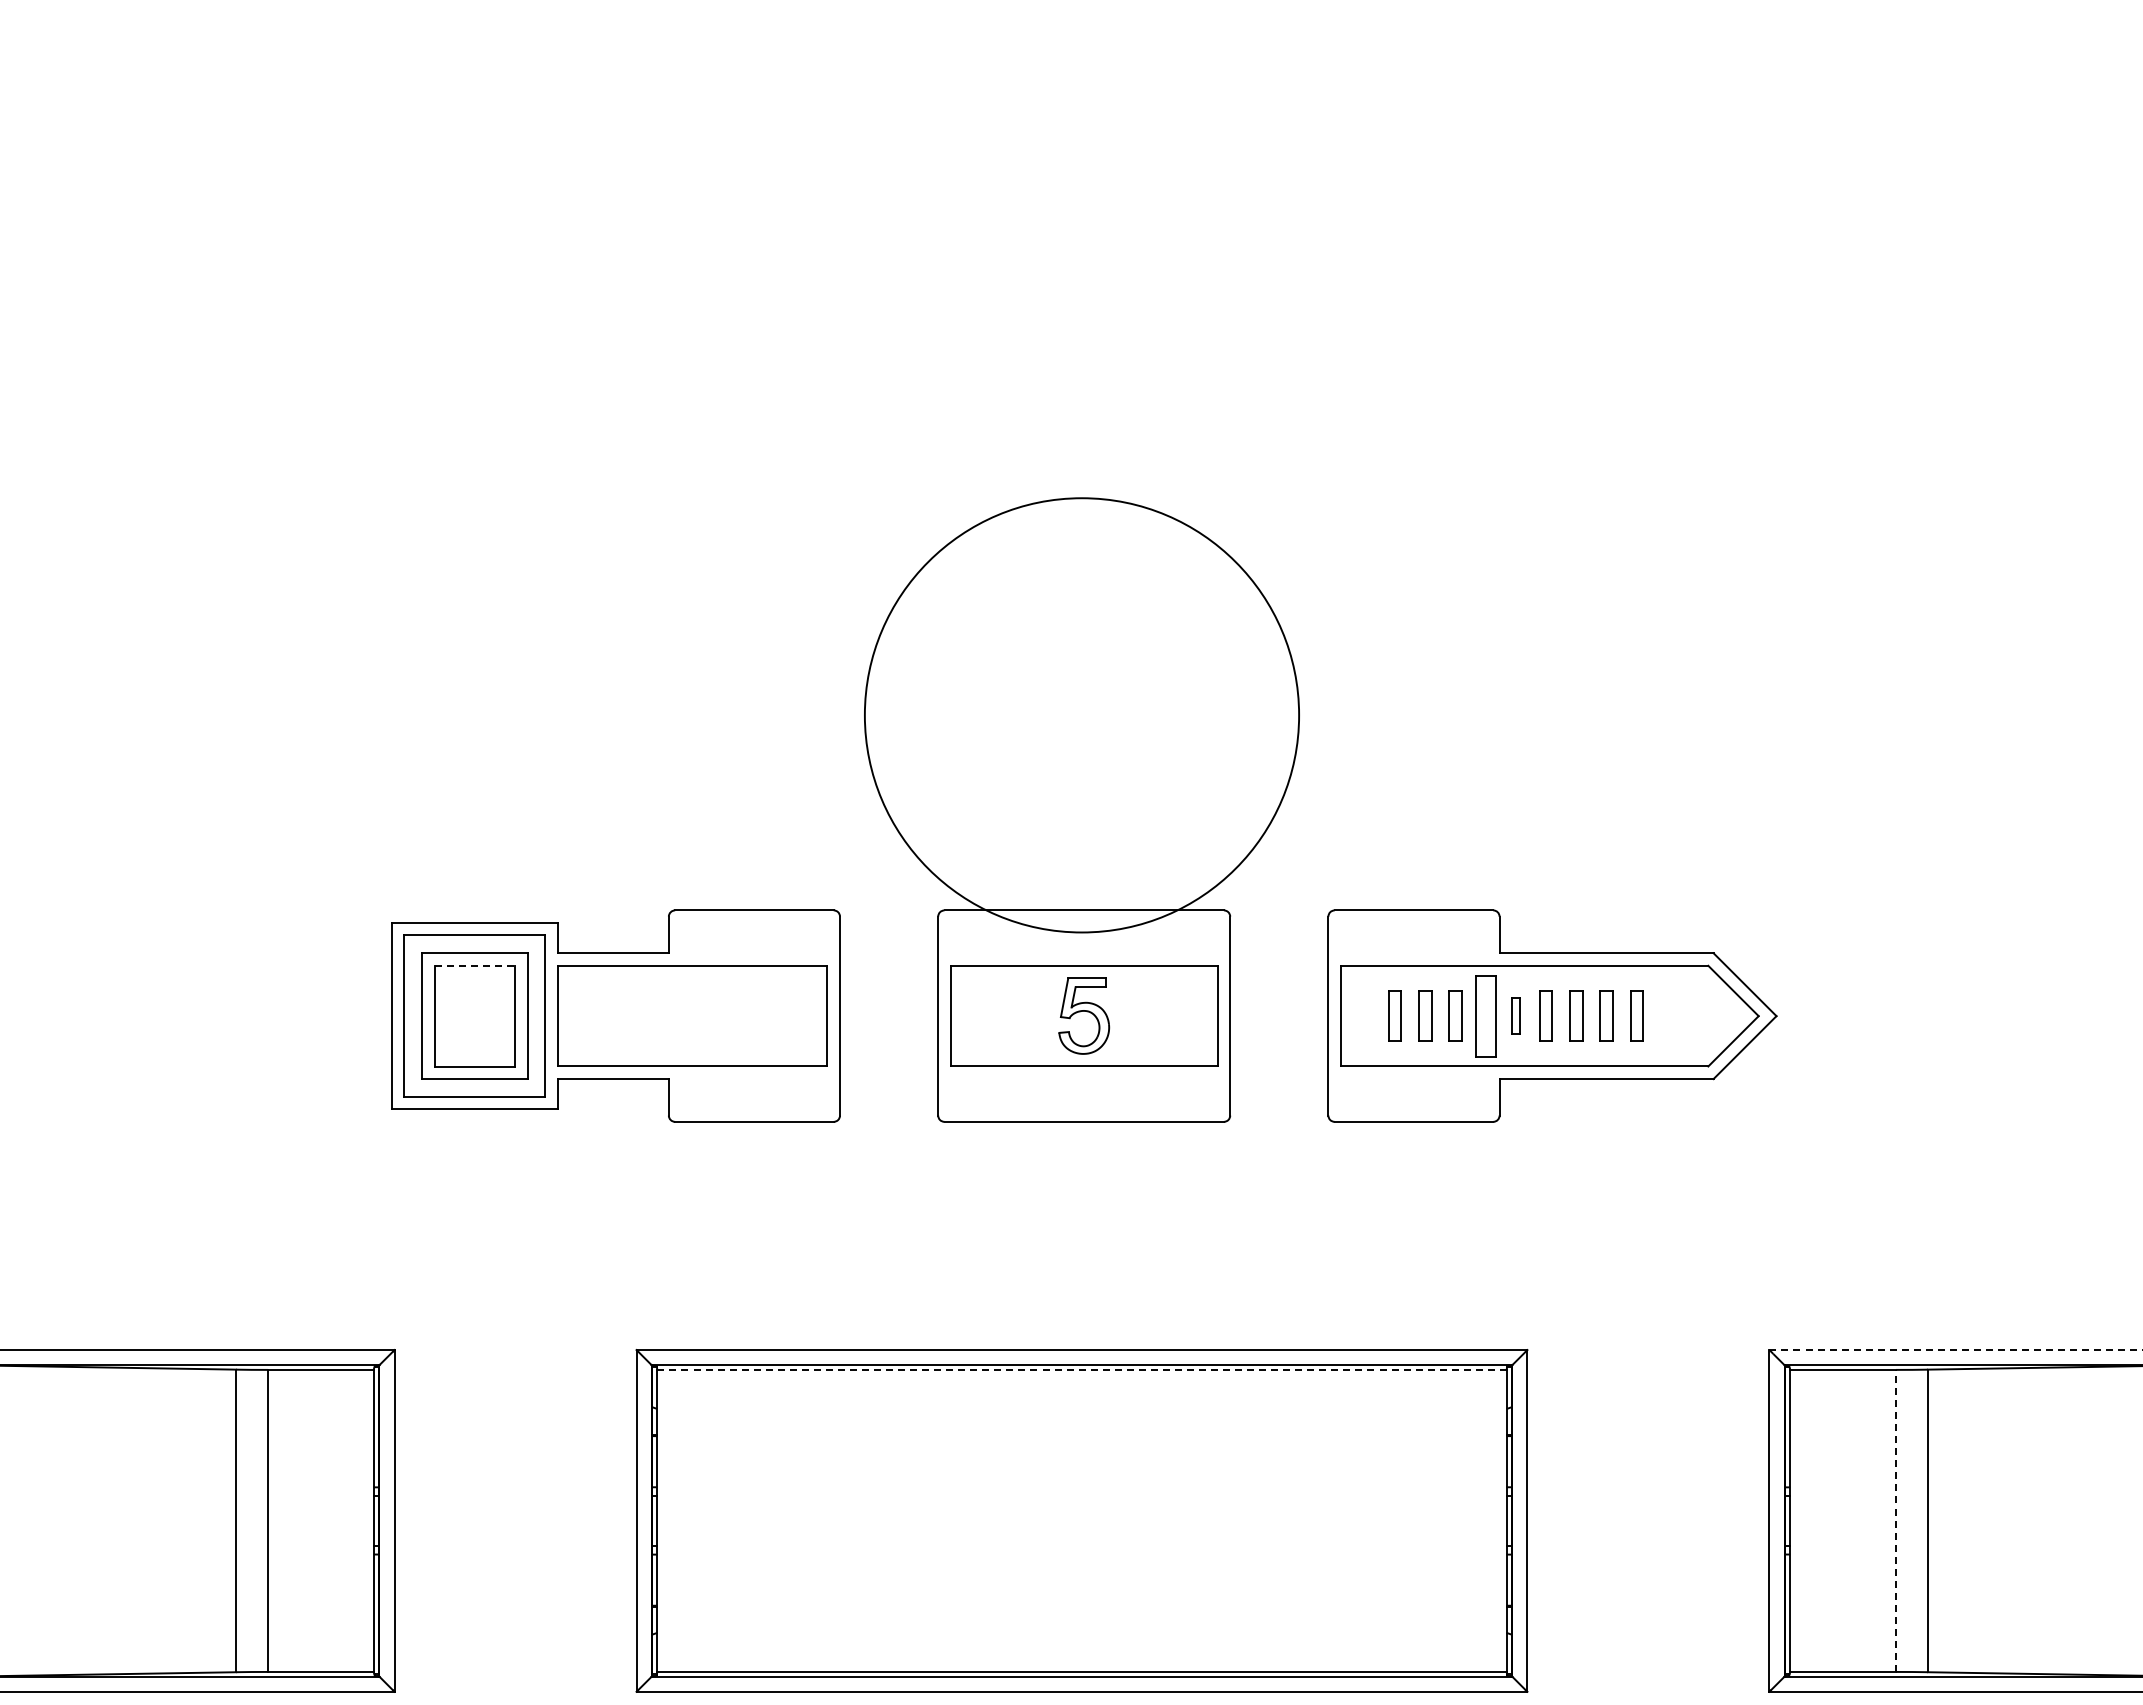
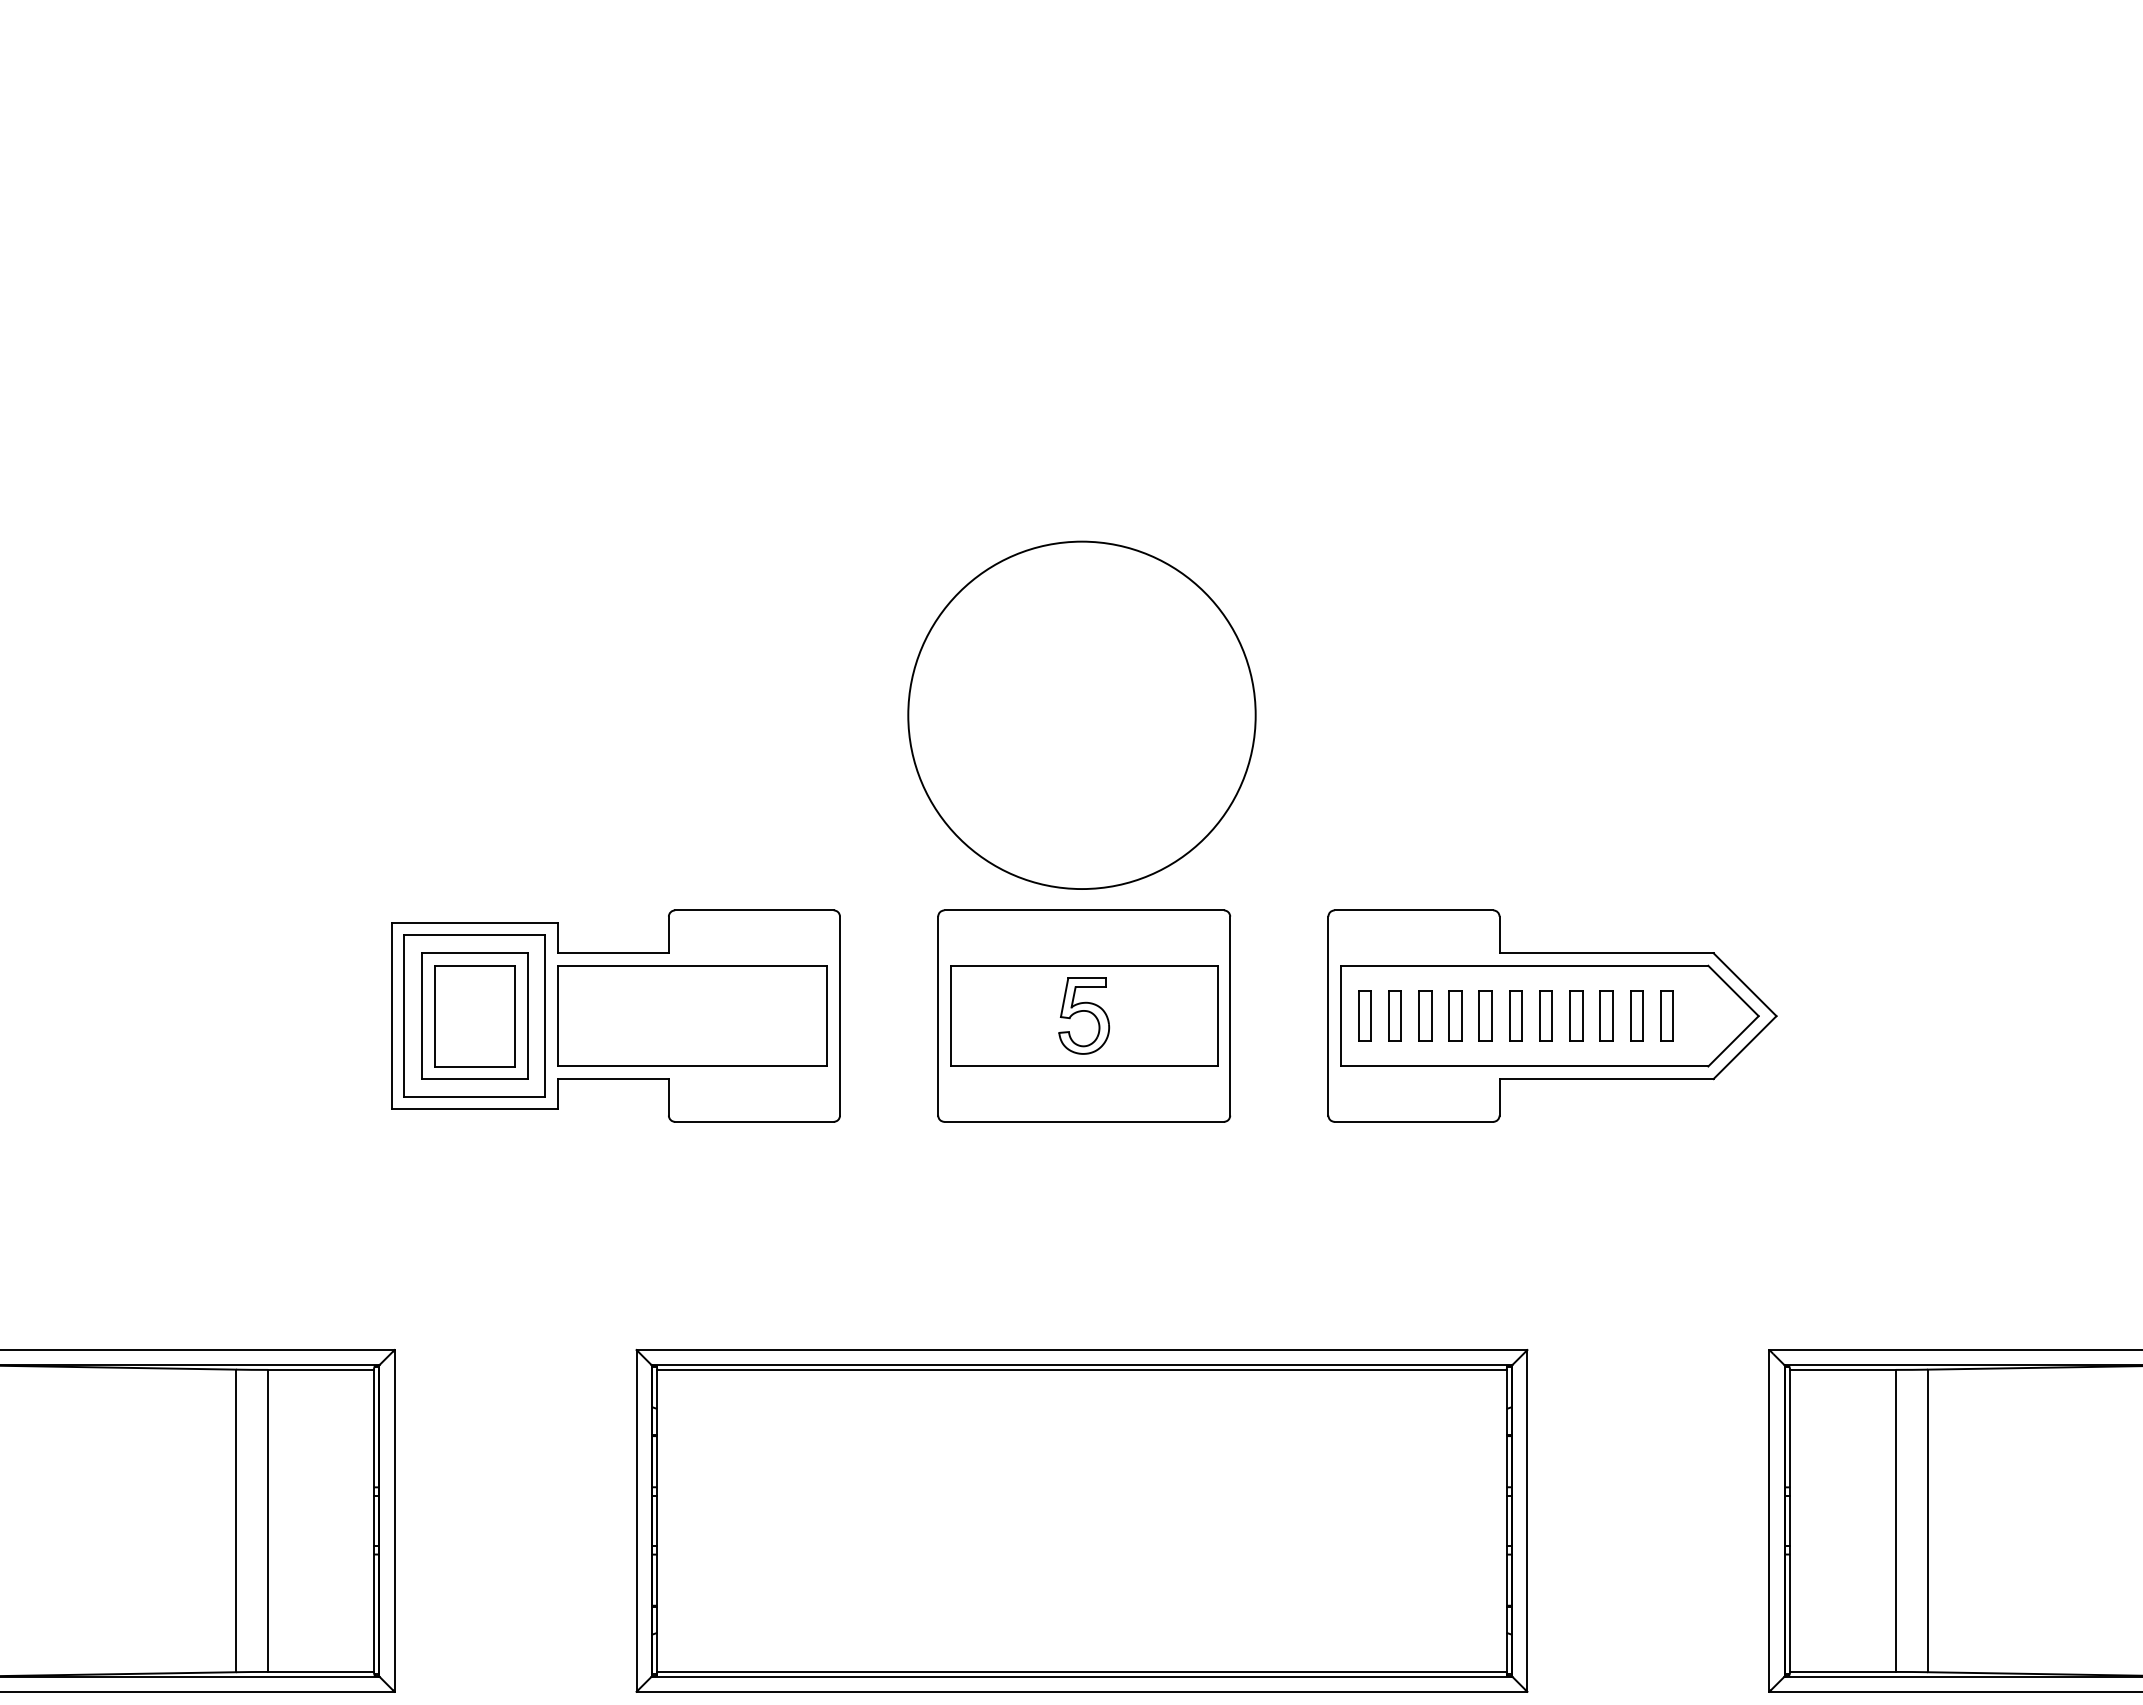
circle at (1081, 715) diameter: 434 px -> 347 px
line at (475, 965): dashed -> solid
part at (1364, 1015): none -> present
part at (1515, 1015) size: 10x38 px -> 14x52 px
part at (1666, 1015): none -> present
part at (1485, 1016) size: 22x83 px -> 15x52 px
line at (1956, 1350): dashed -> solid
line at (1081, 1369): dashed -> solid
line at (1895, 1520): dashed -> solid
